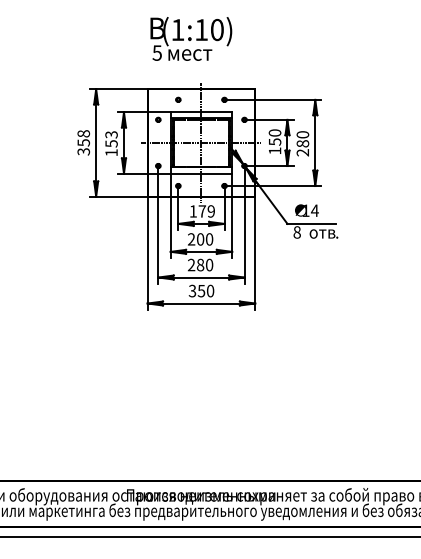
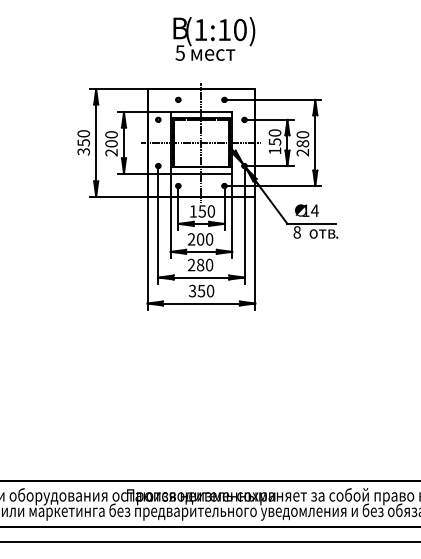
text at (191, 38) position: (191, 38) -> (214, 38)
text at (83, 133): 358 -> 350
text at (111, 143): 153 -> 200
text at (206, 211): 179 -> 150
line at (209, 537) position: (209, 537) -> (209, 542)
